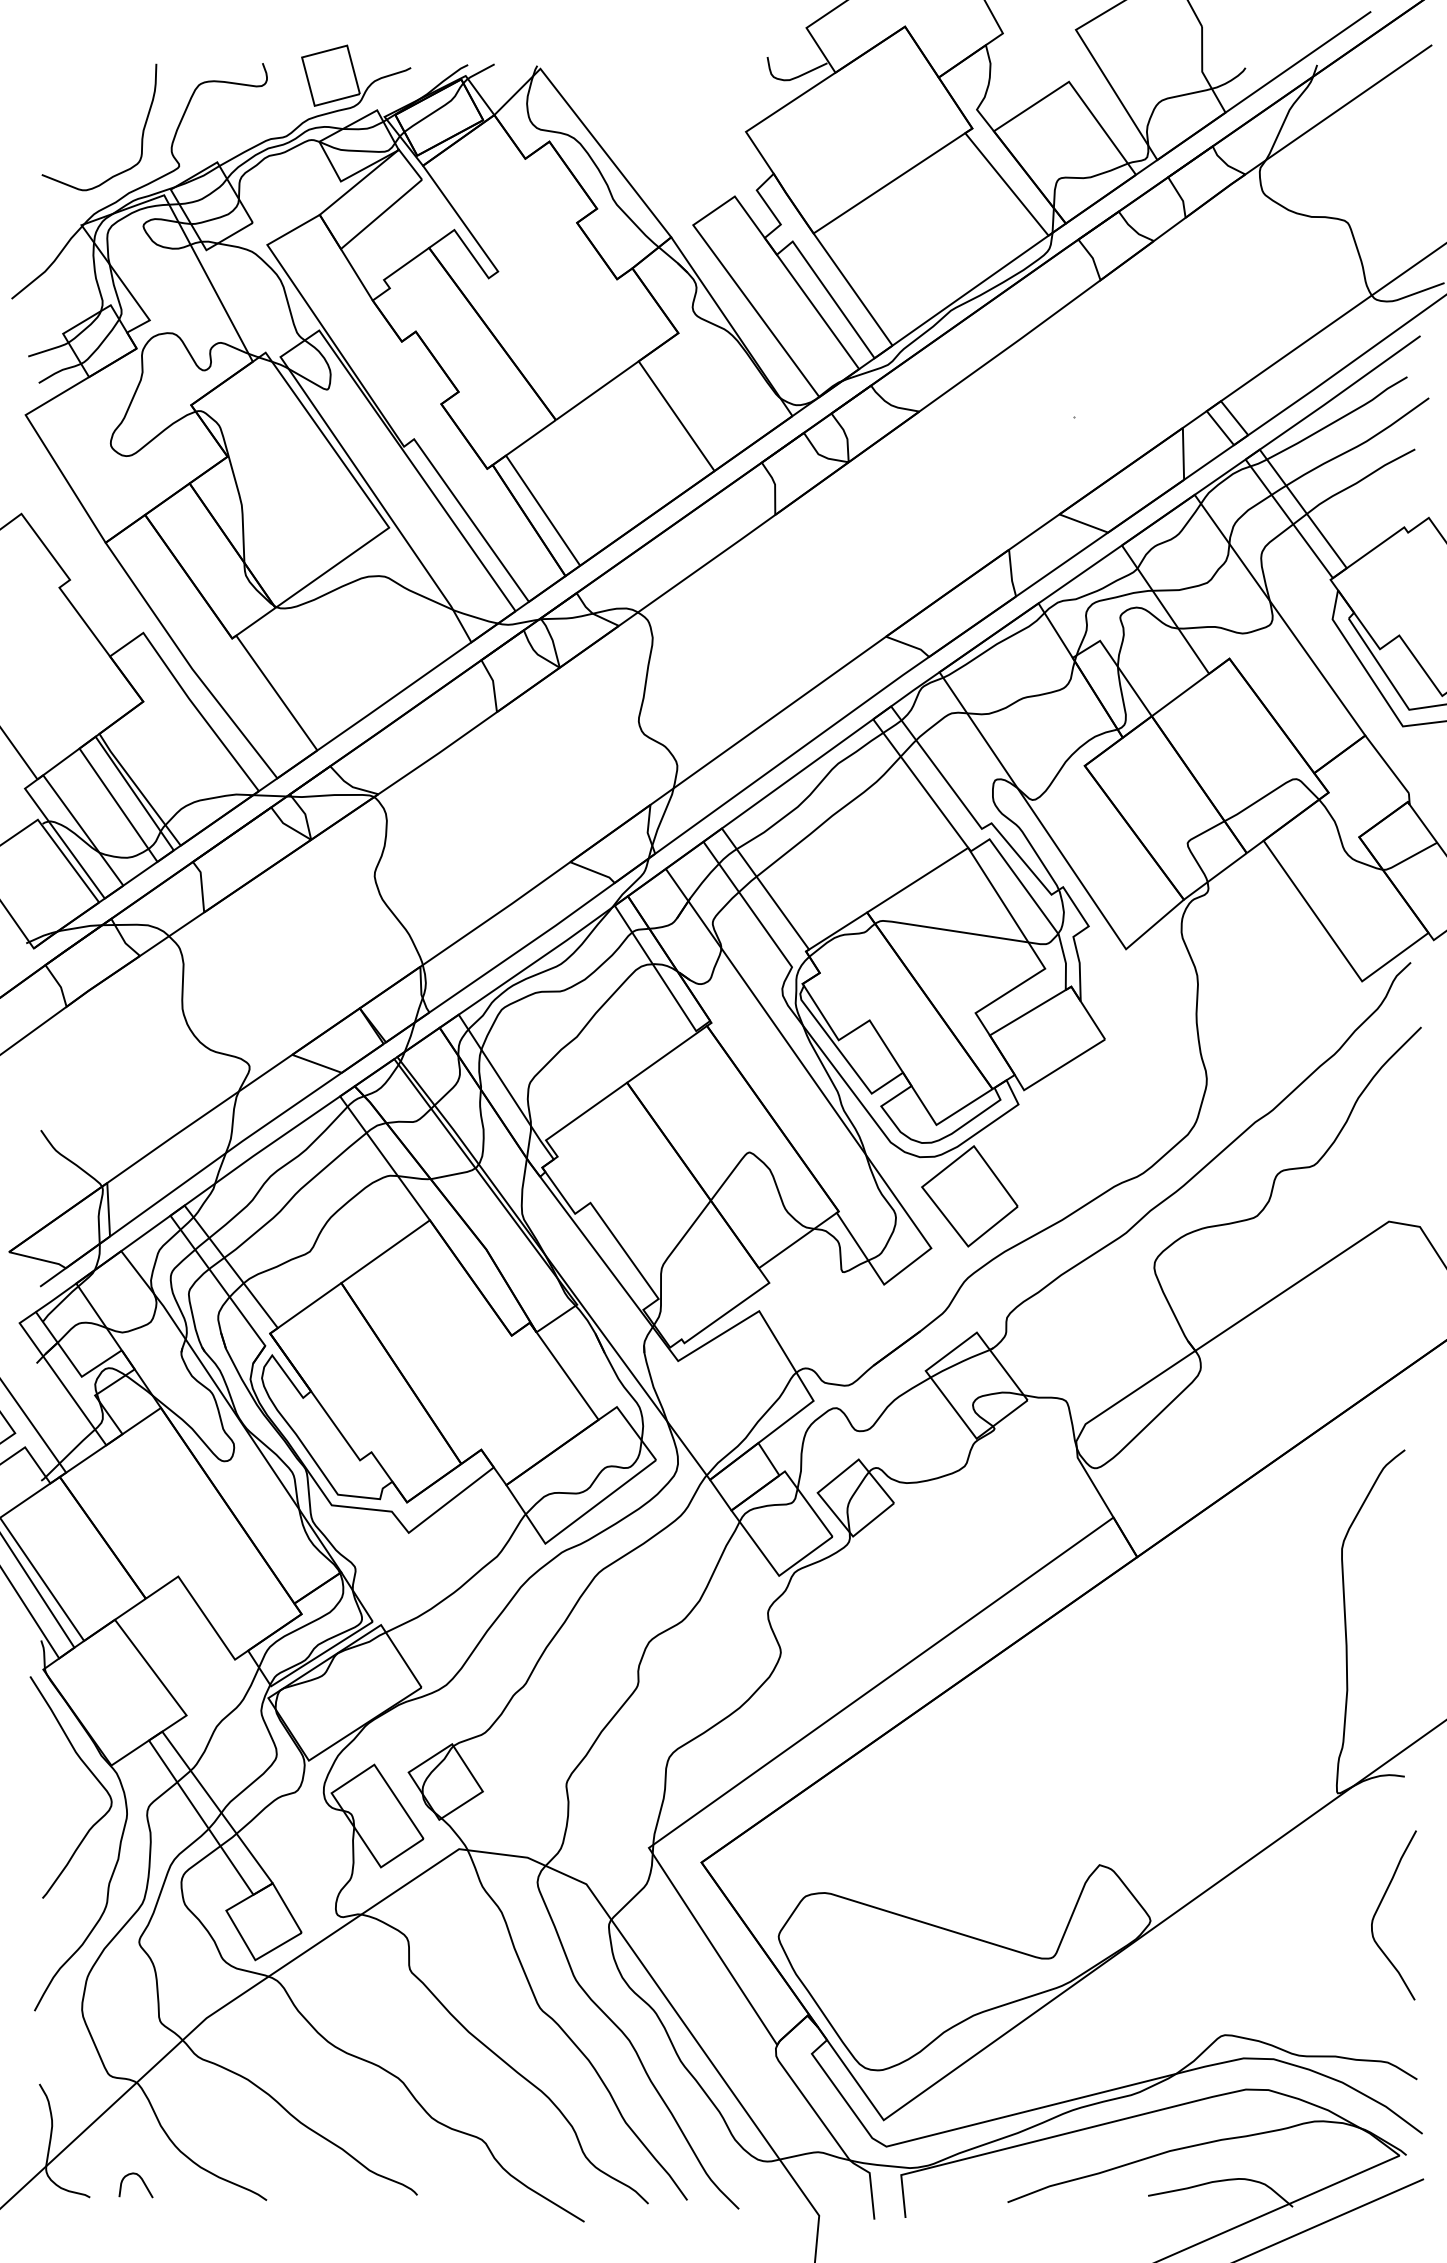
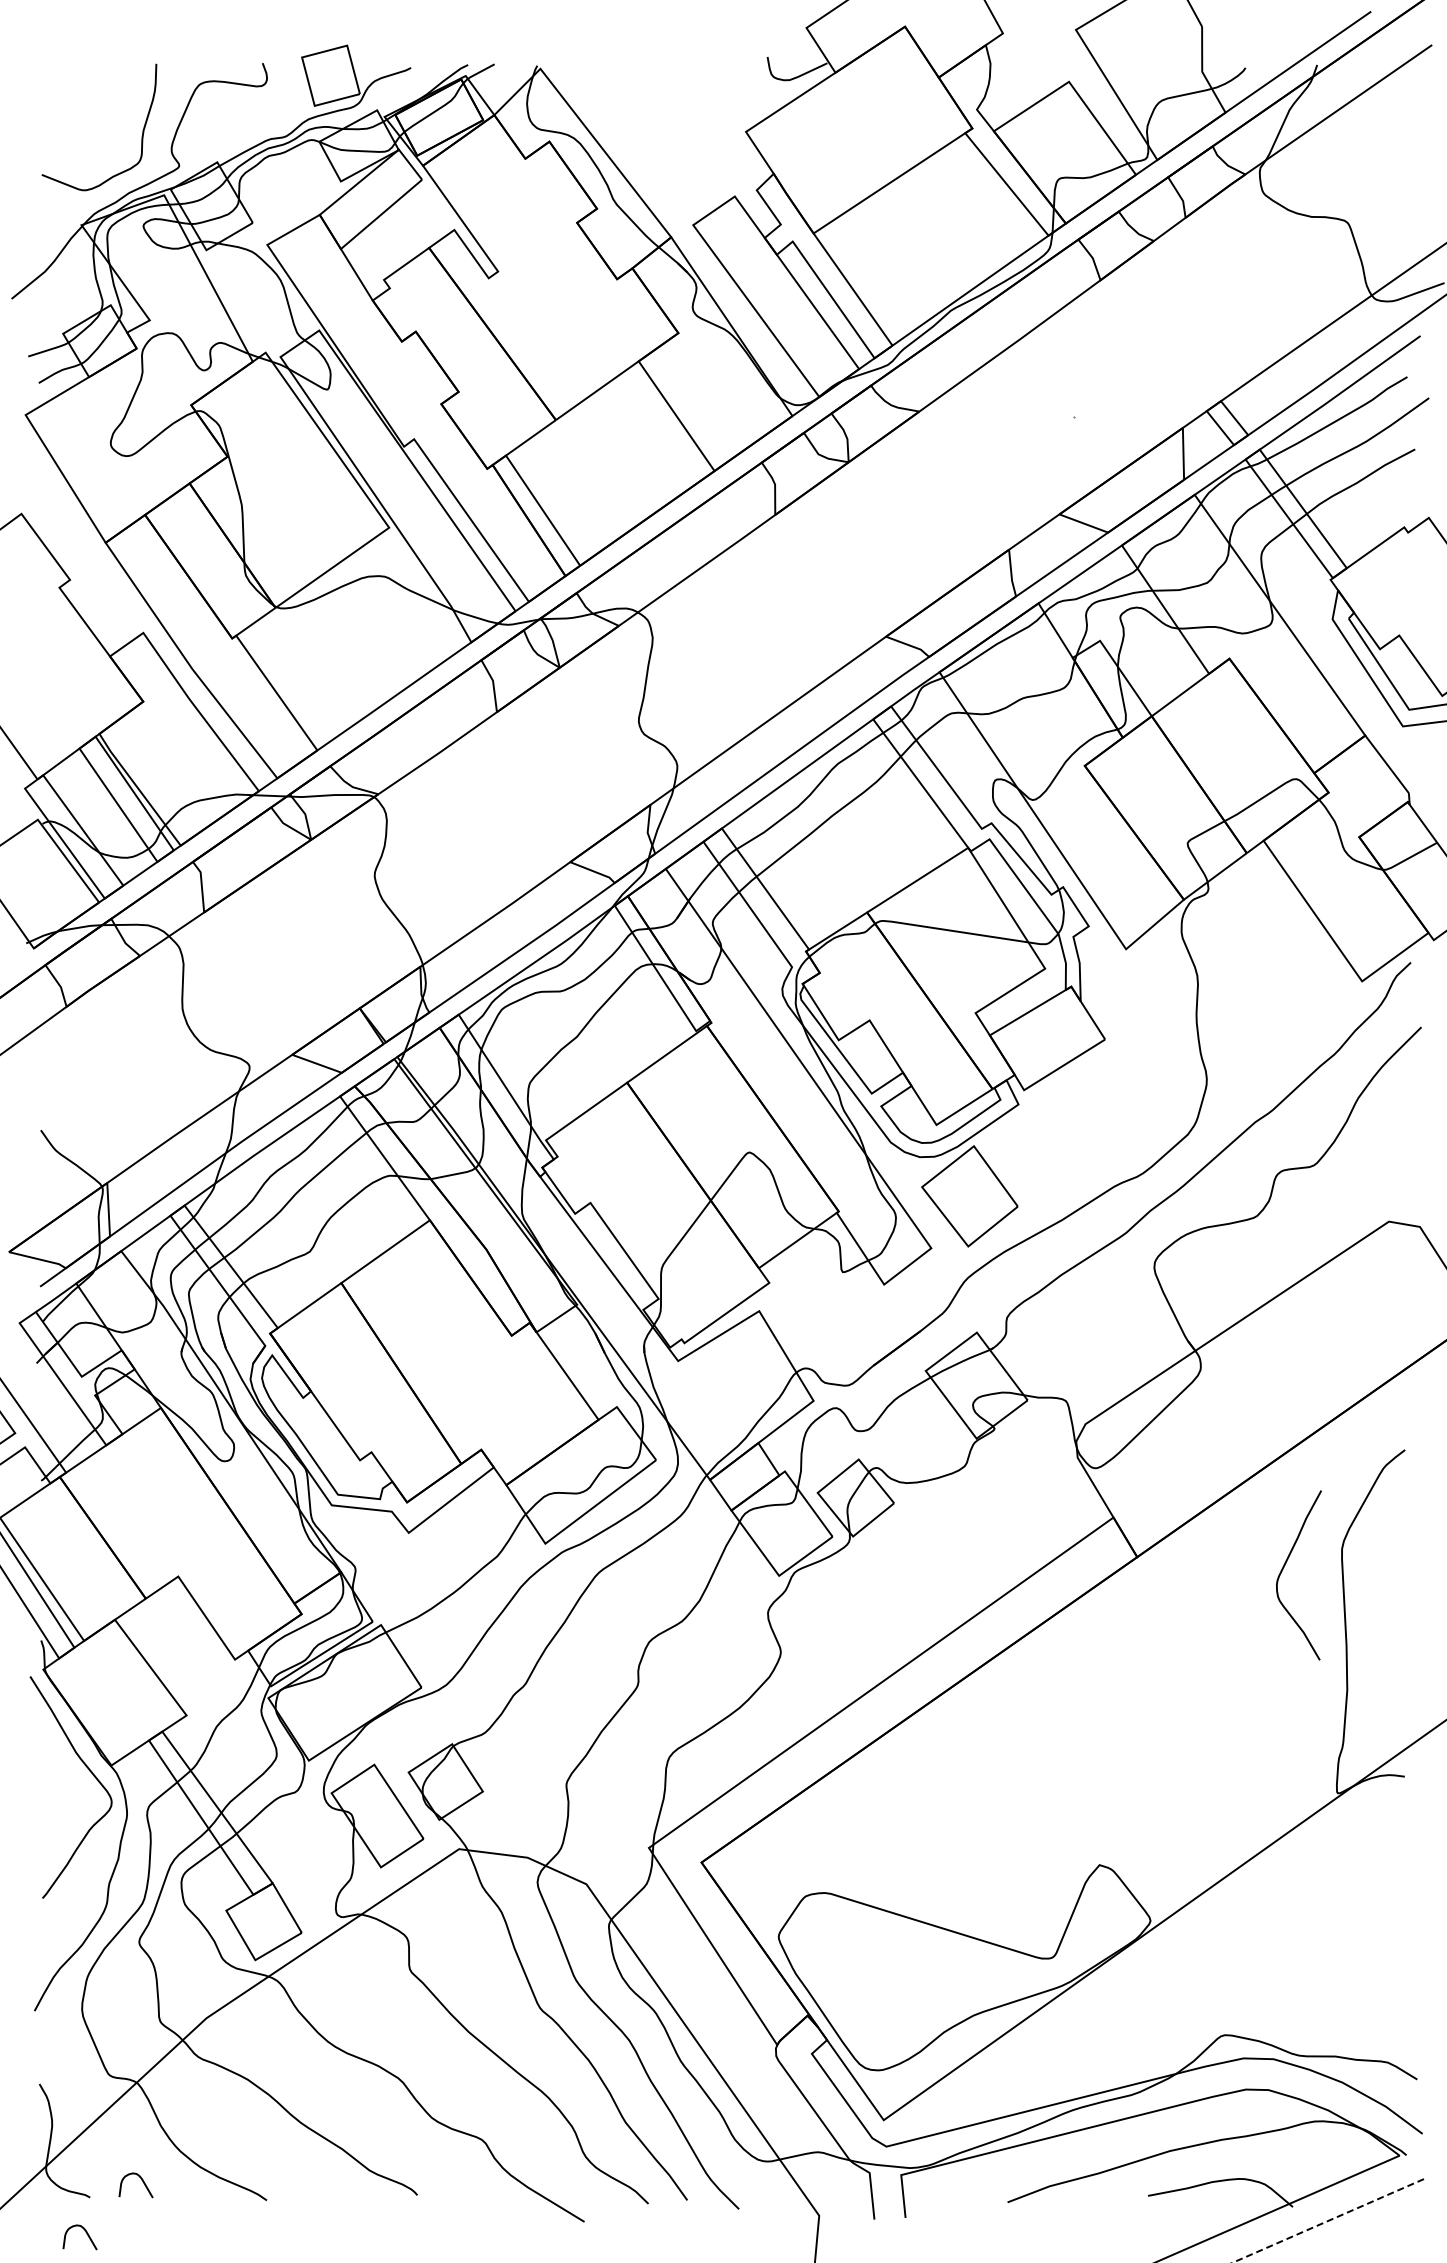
curve at (1379, 1907) position: (1379, 1907) -> (1284, 1567)
line at (1327, 2221): solid -> dashed
curve at (86, 2234): none -> present
